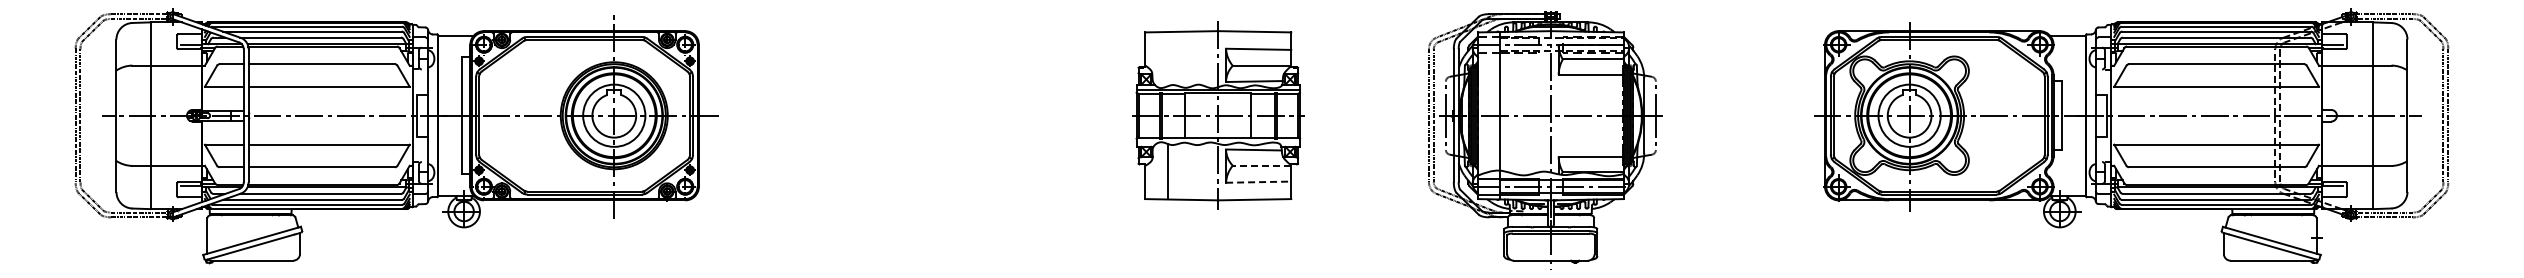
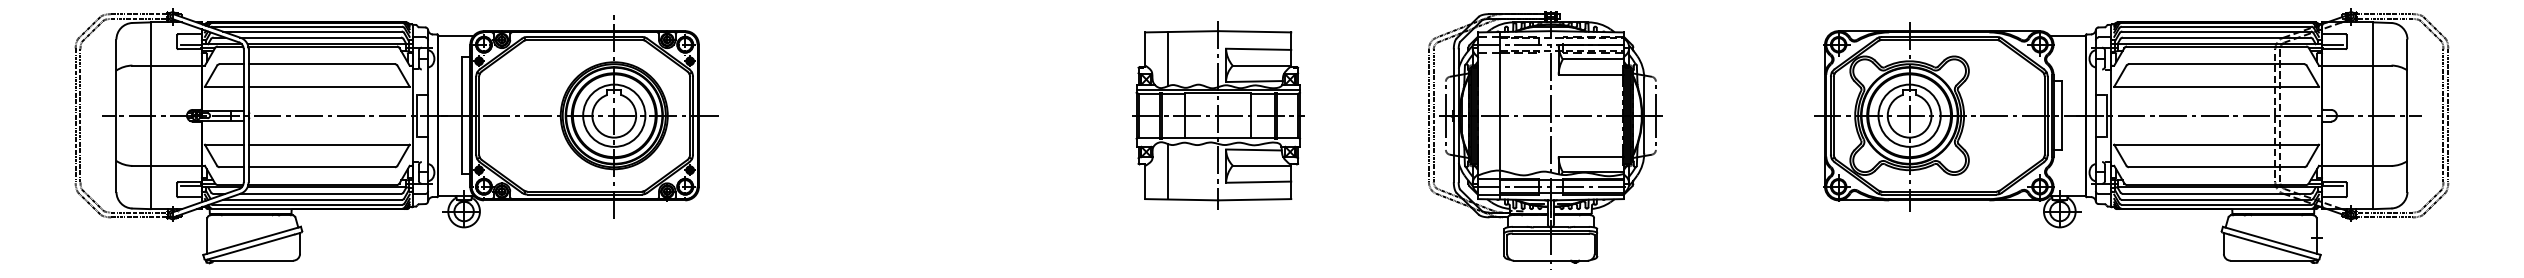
line at (1167, 59): none -> present
line at (1261, 165): dashed -> solid
line at (1258, 182): dashed -> solid
